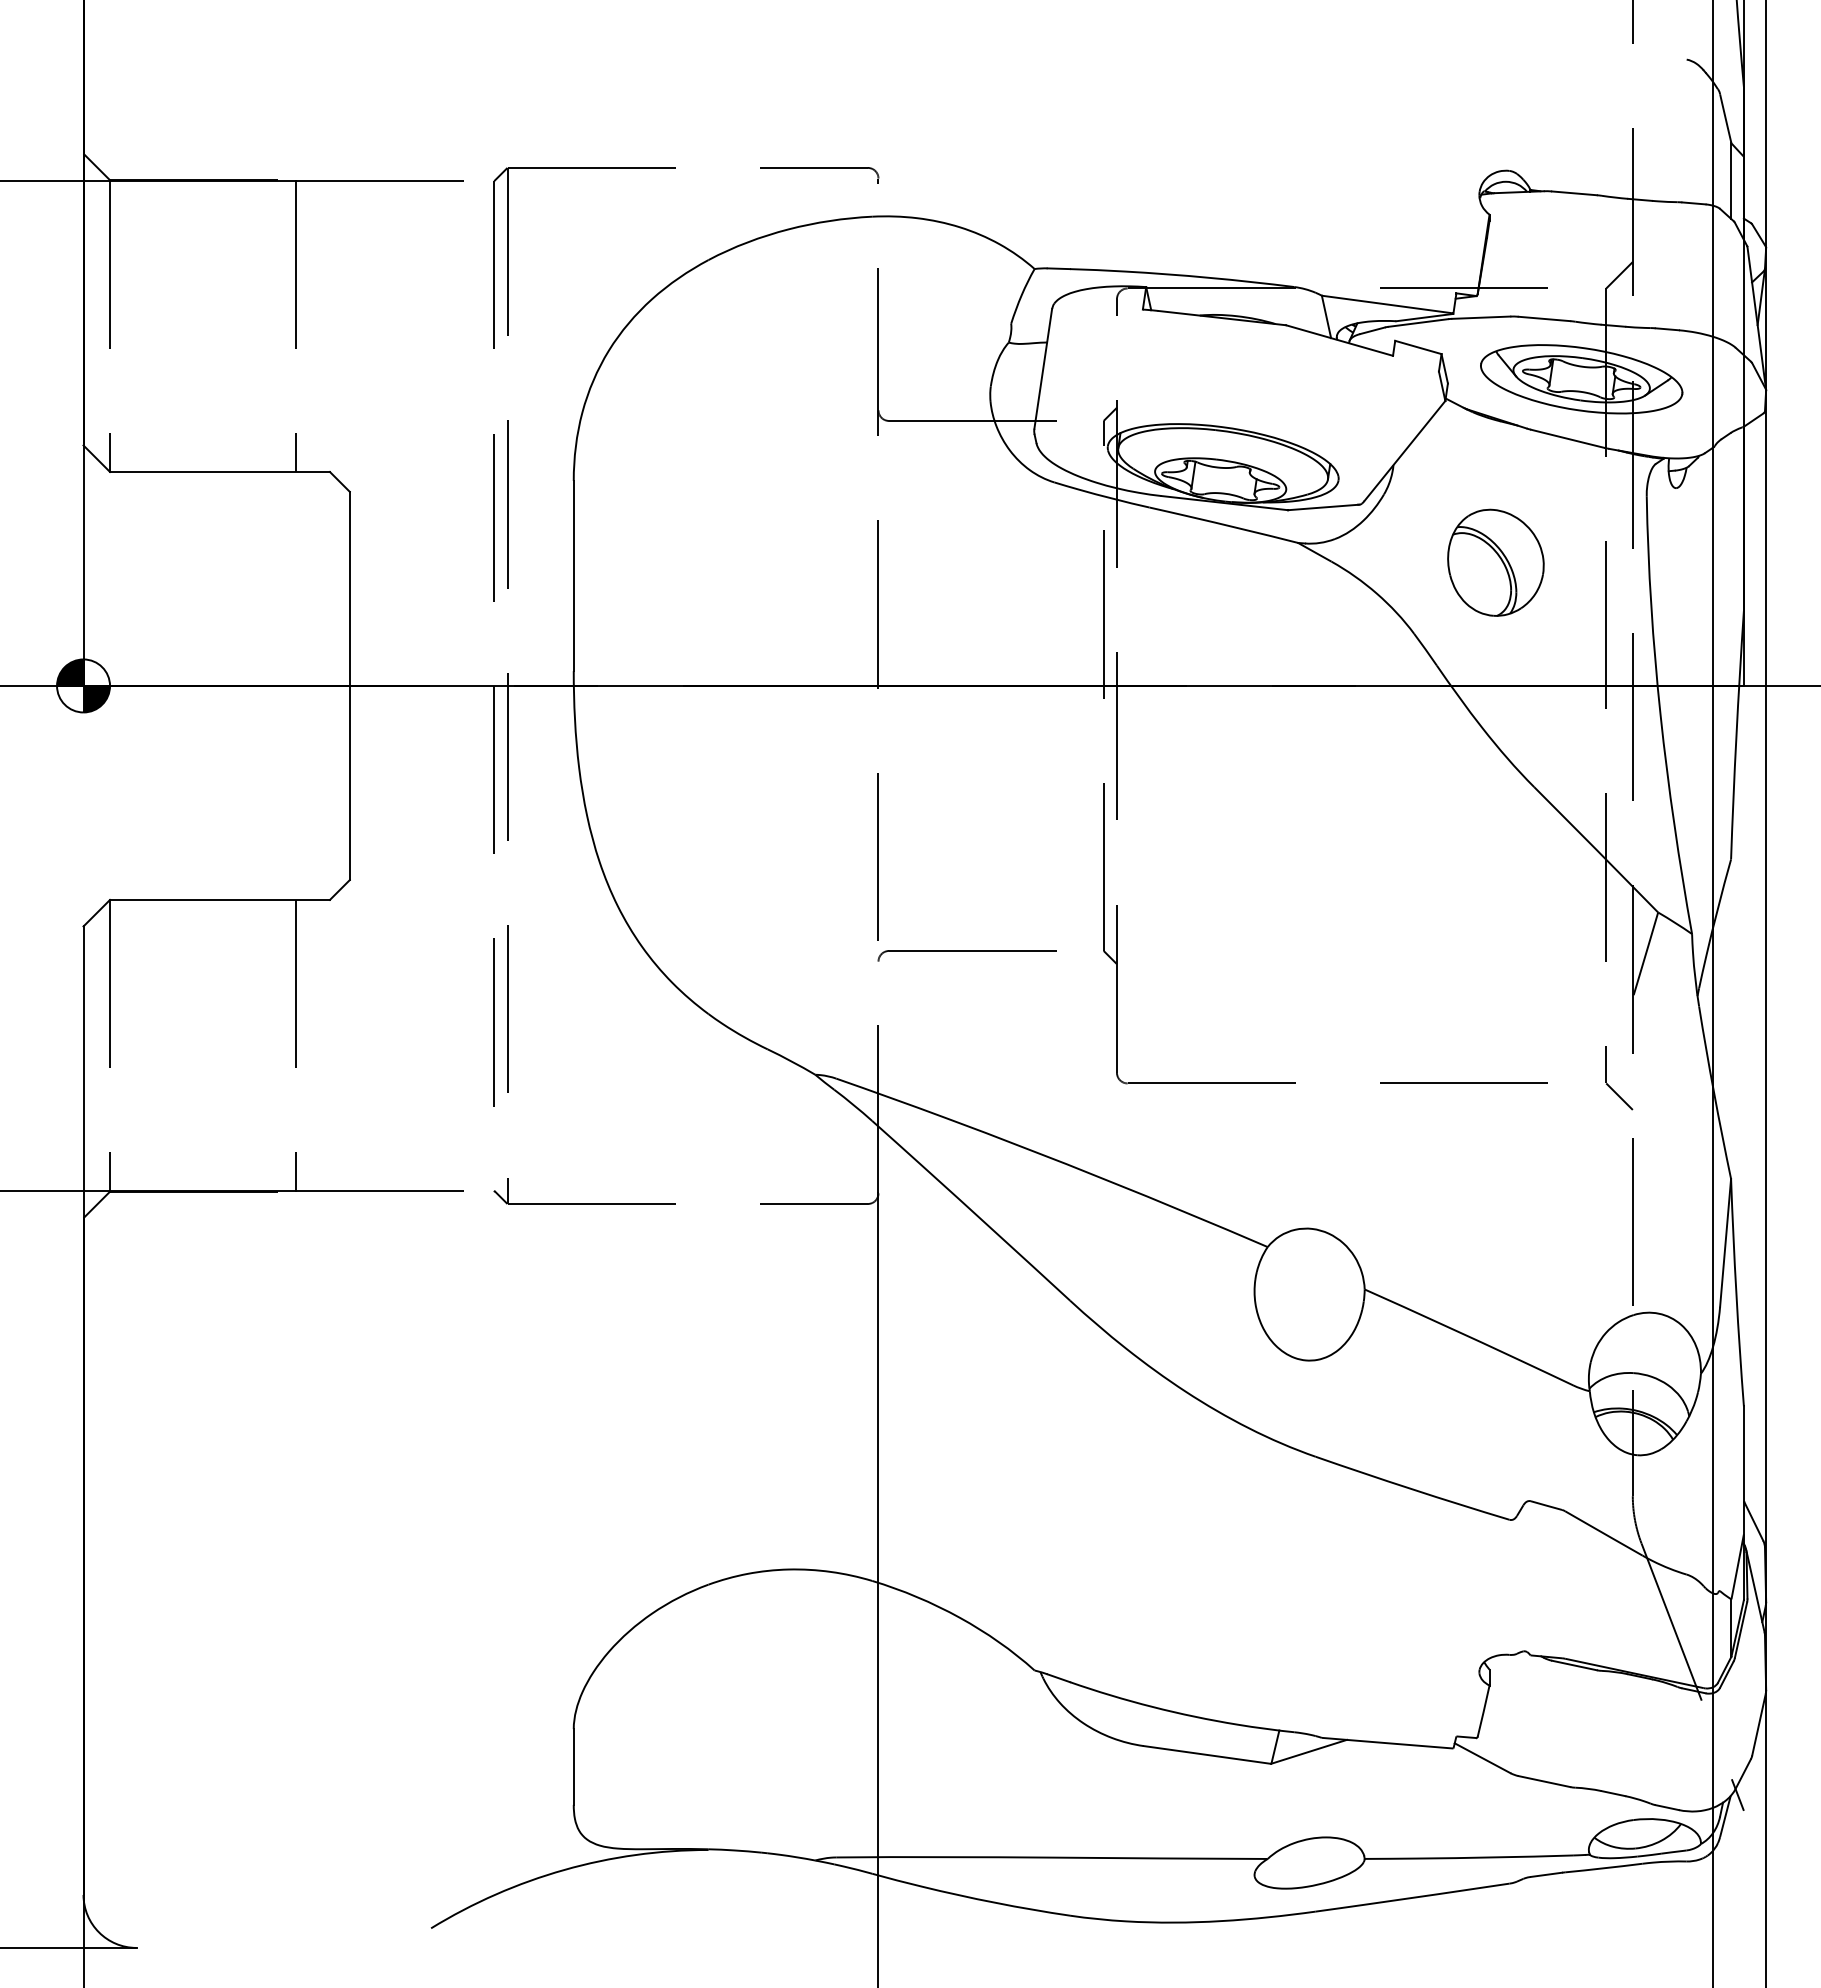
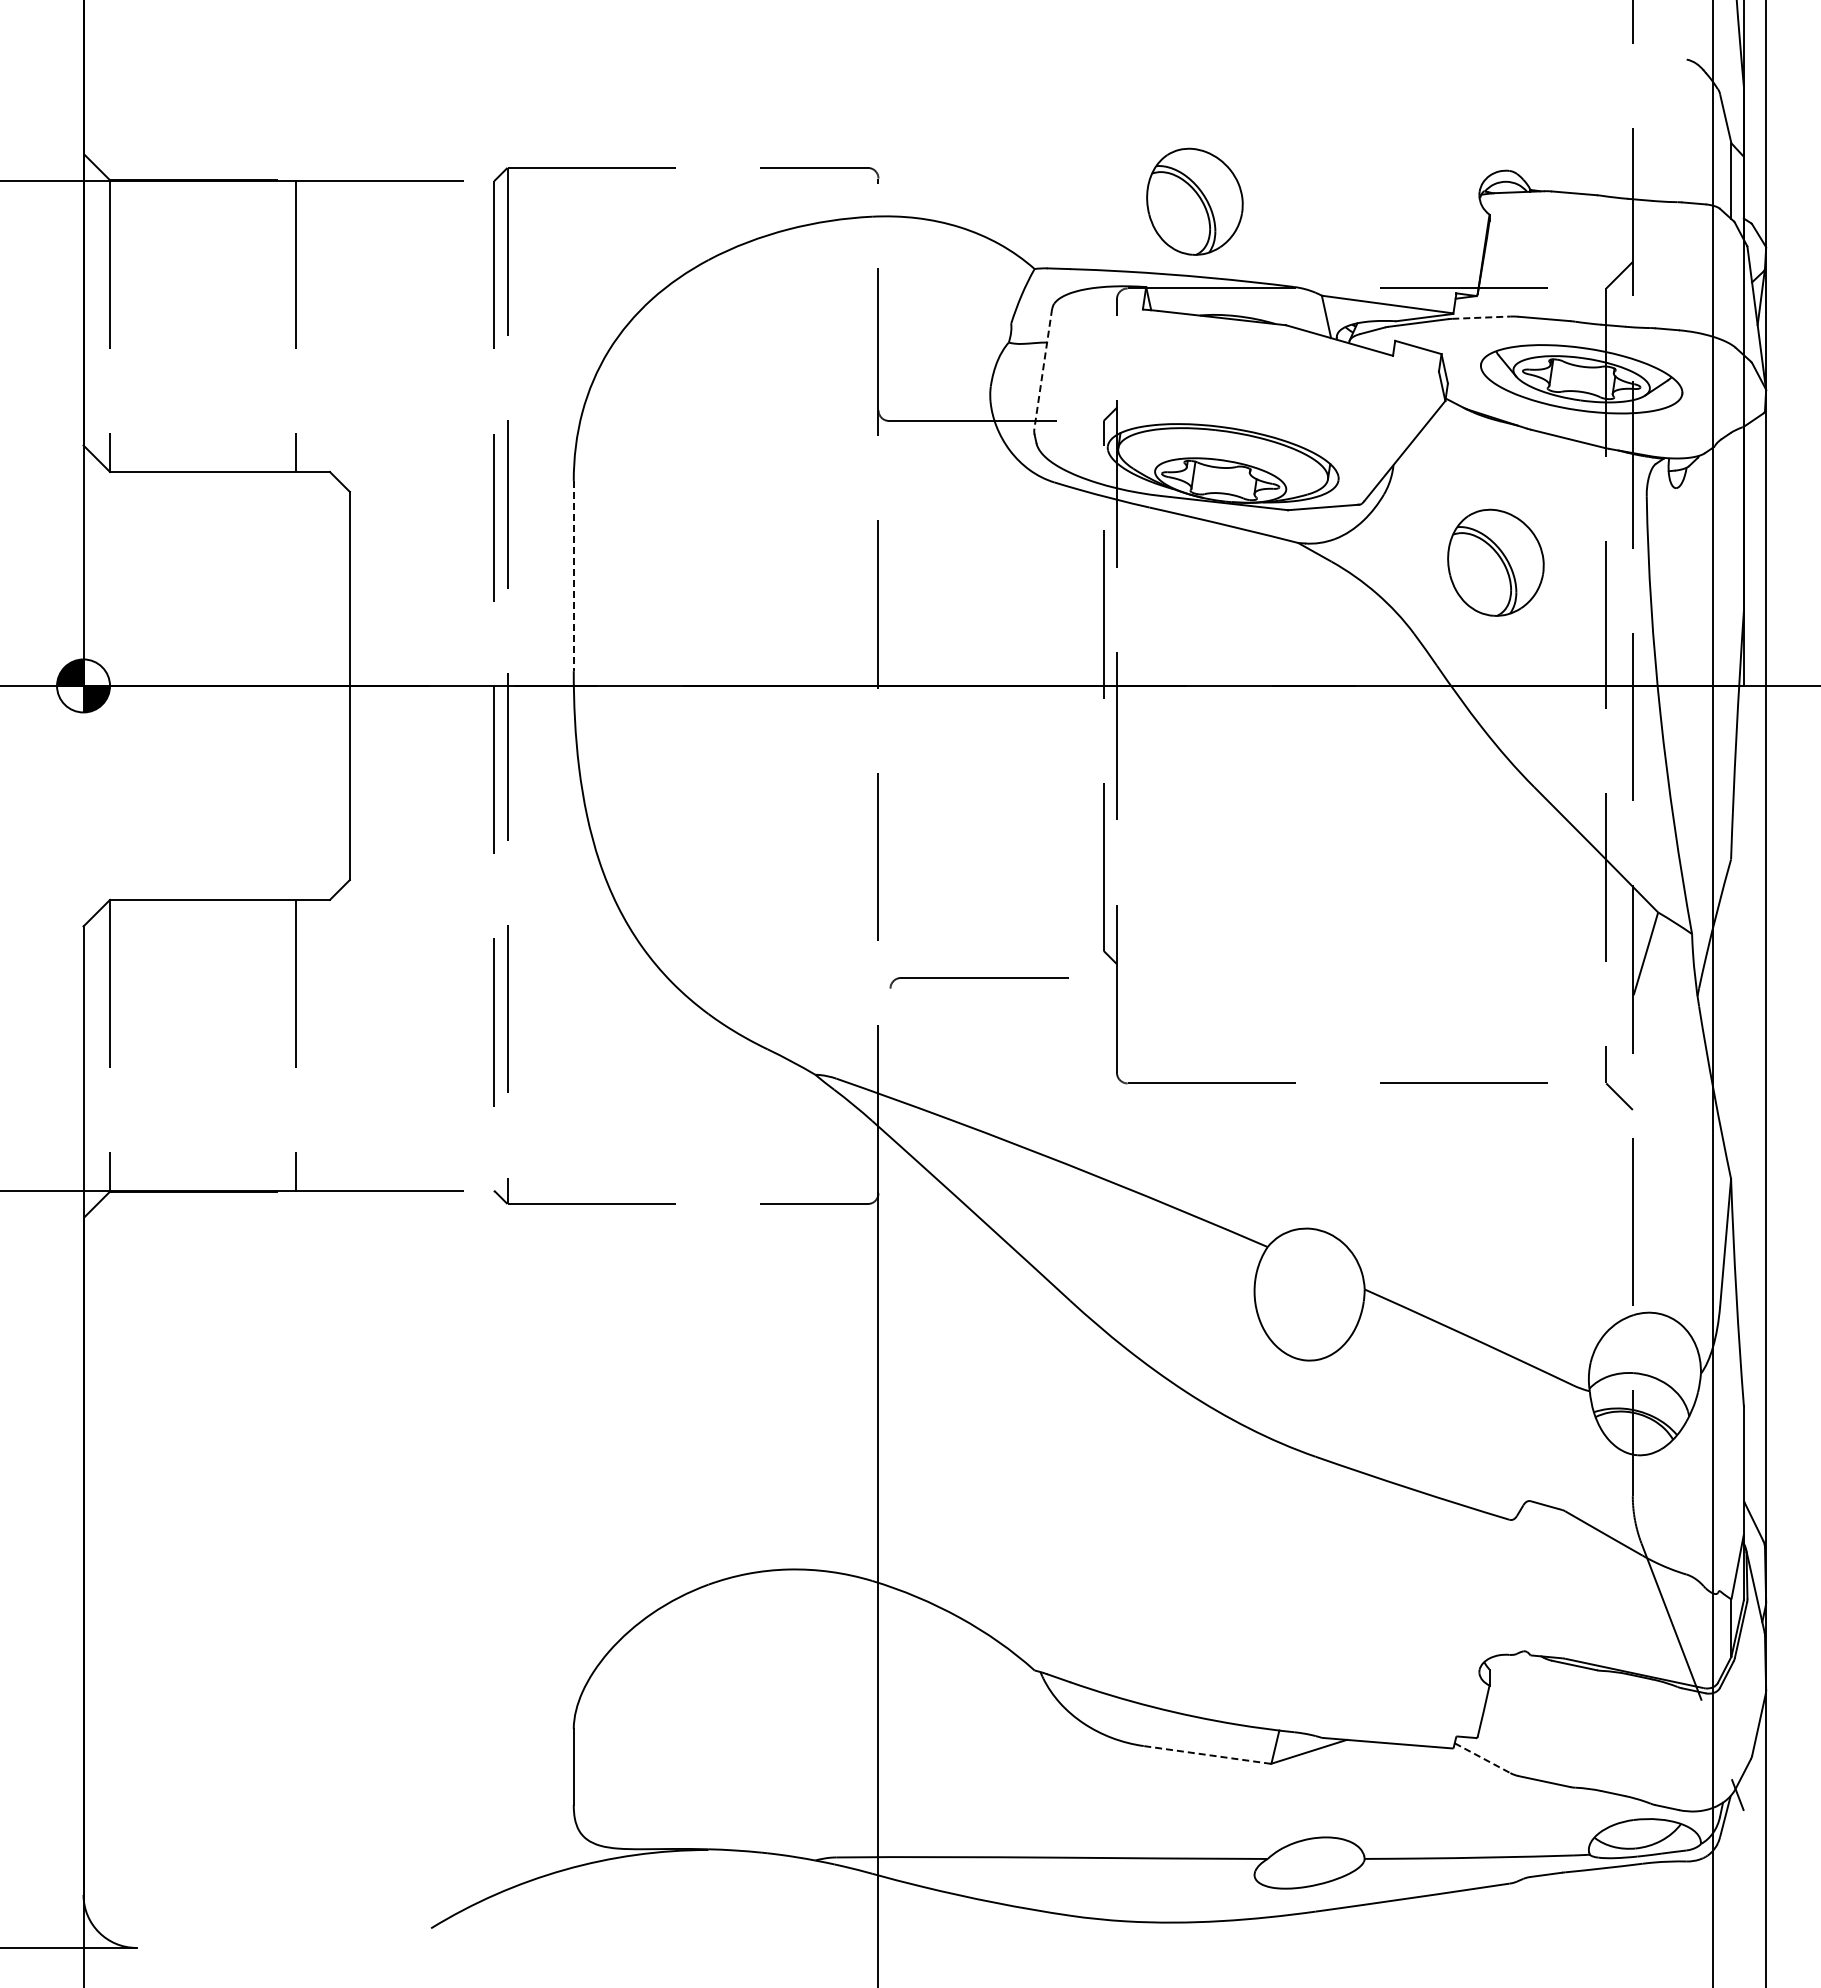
part at (1194, 201): none -> present
line at (1481, 317): solid -> dashed
line at (1043, 368): solid -> dashed
line at (573, 576): solid -> dashed
part at (966, 955) position: (966, 955) -> (978, 982)
line at (1206, 1754): solid -> dashed
line at (1482, 1758): solid -> dashed
